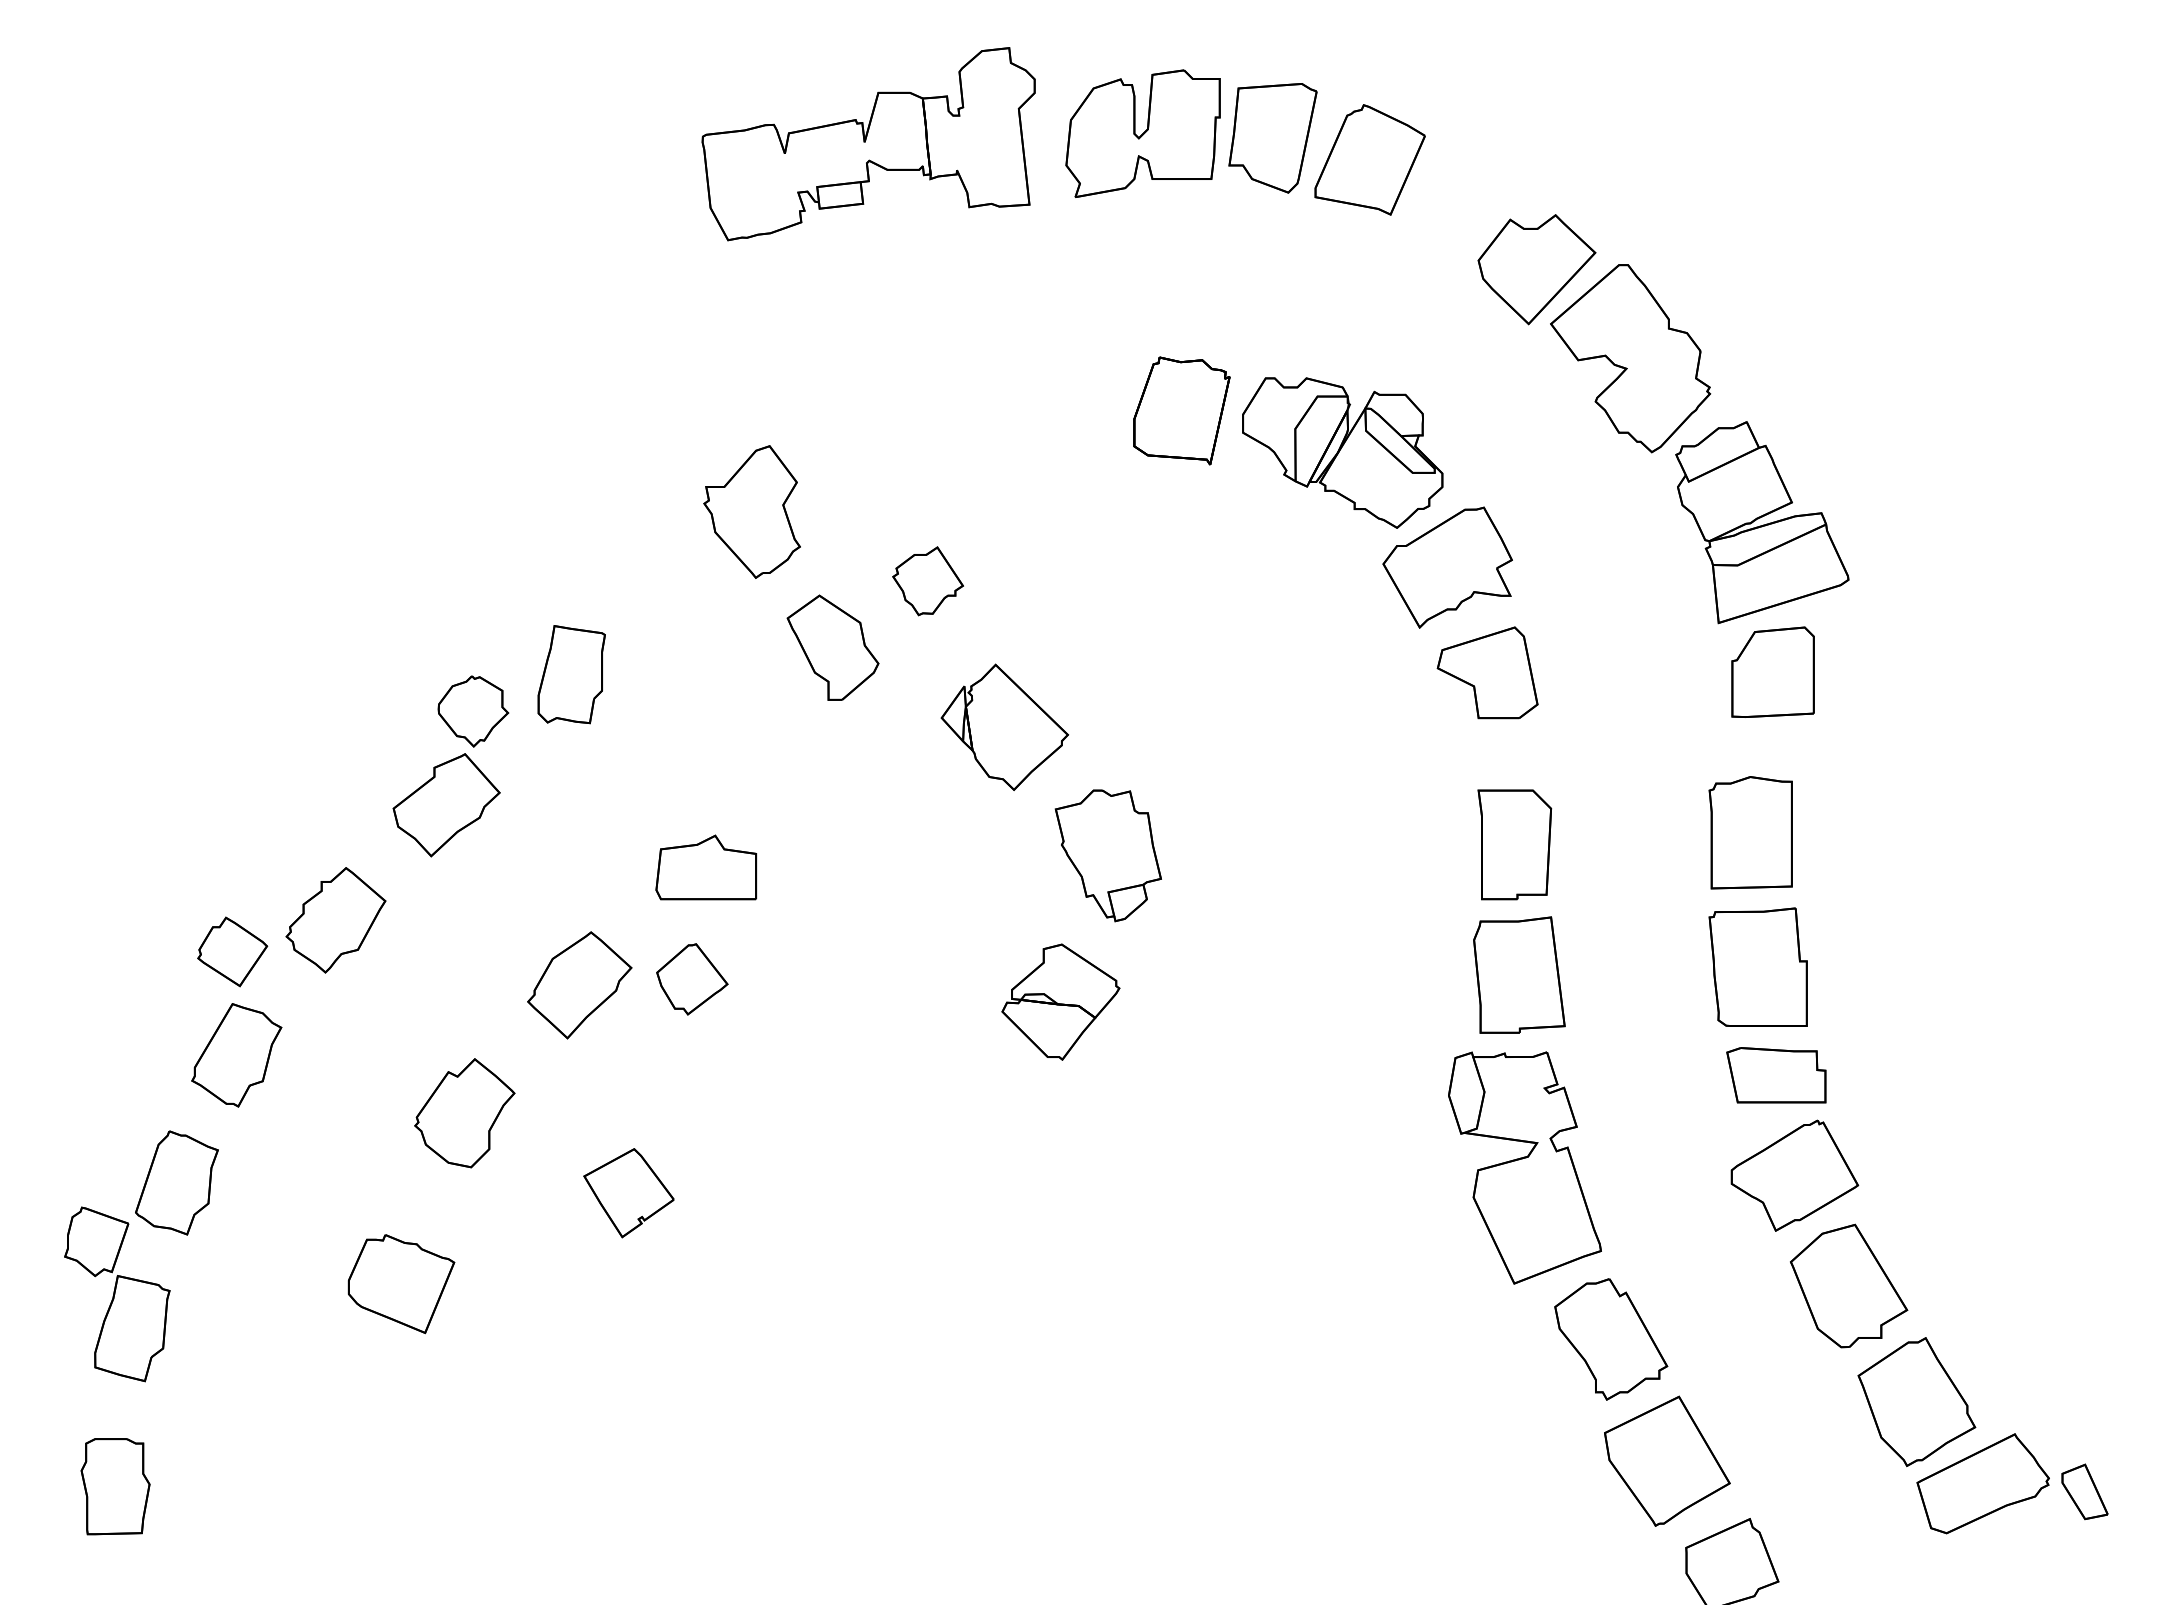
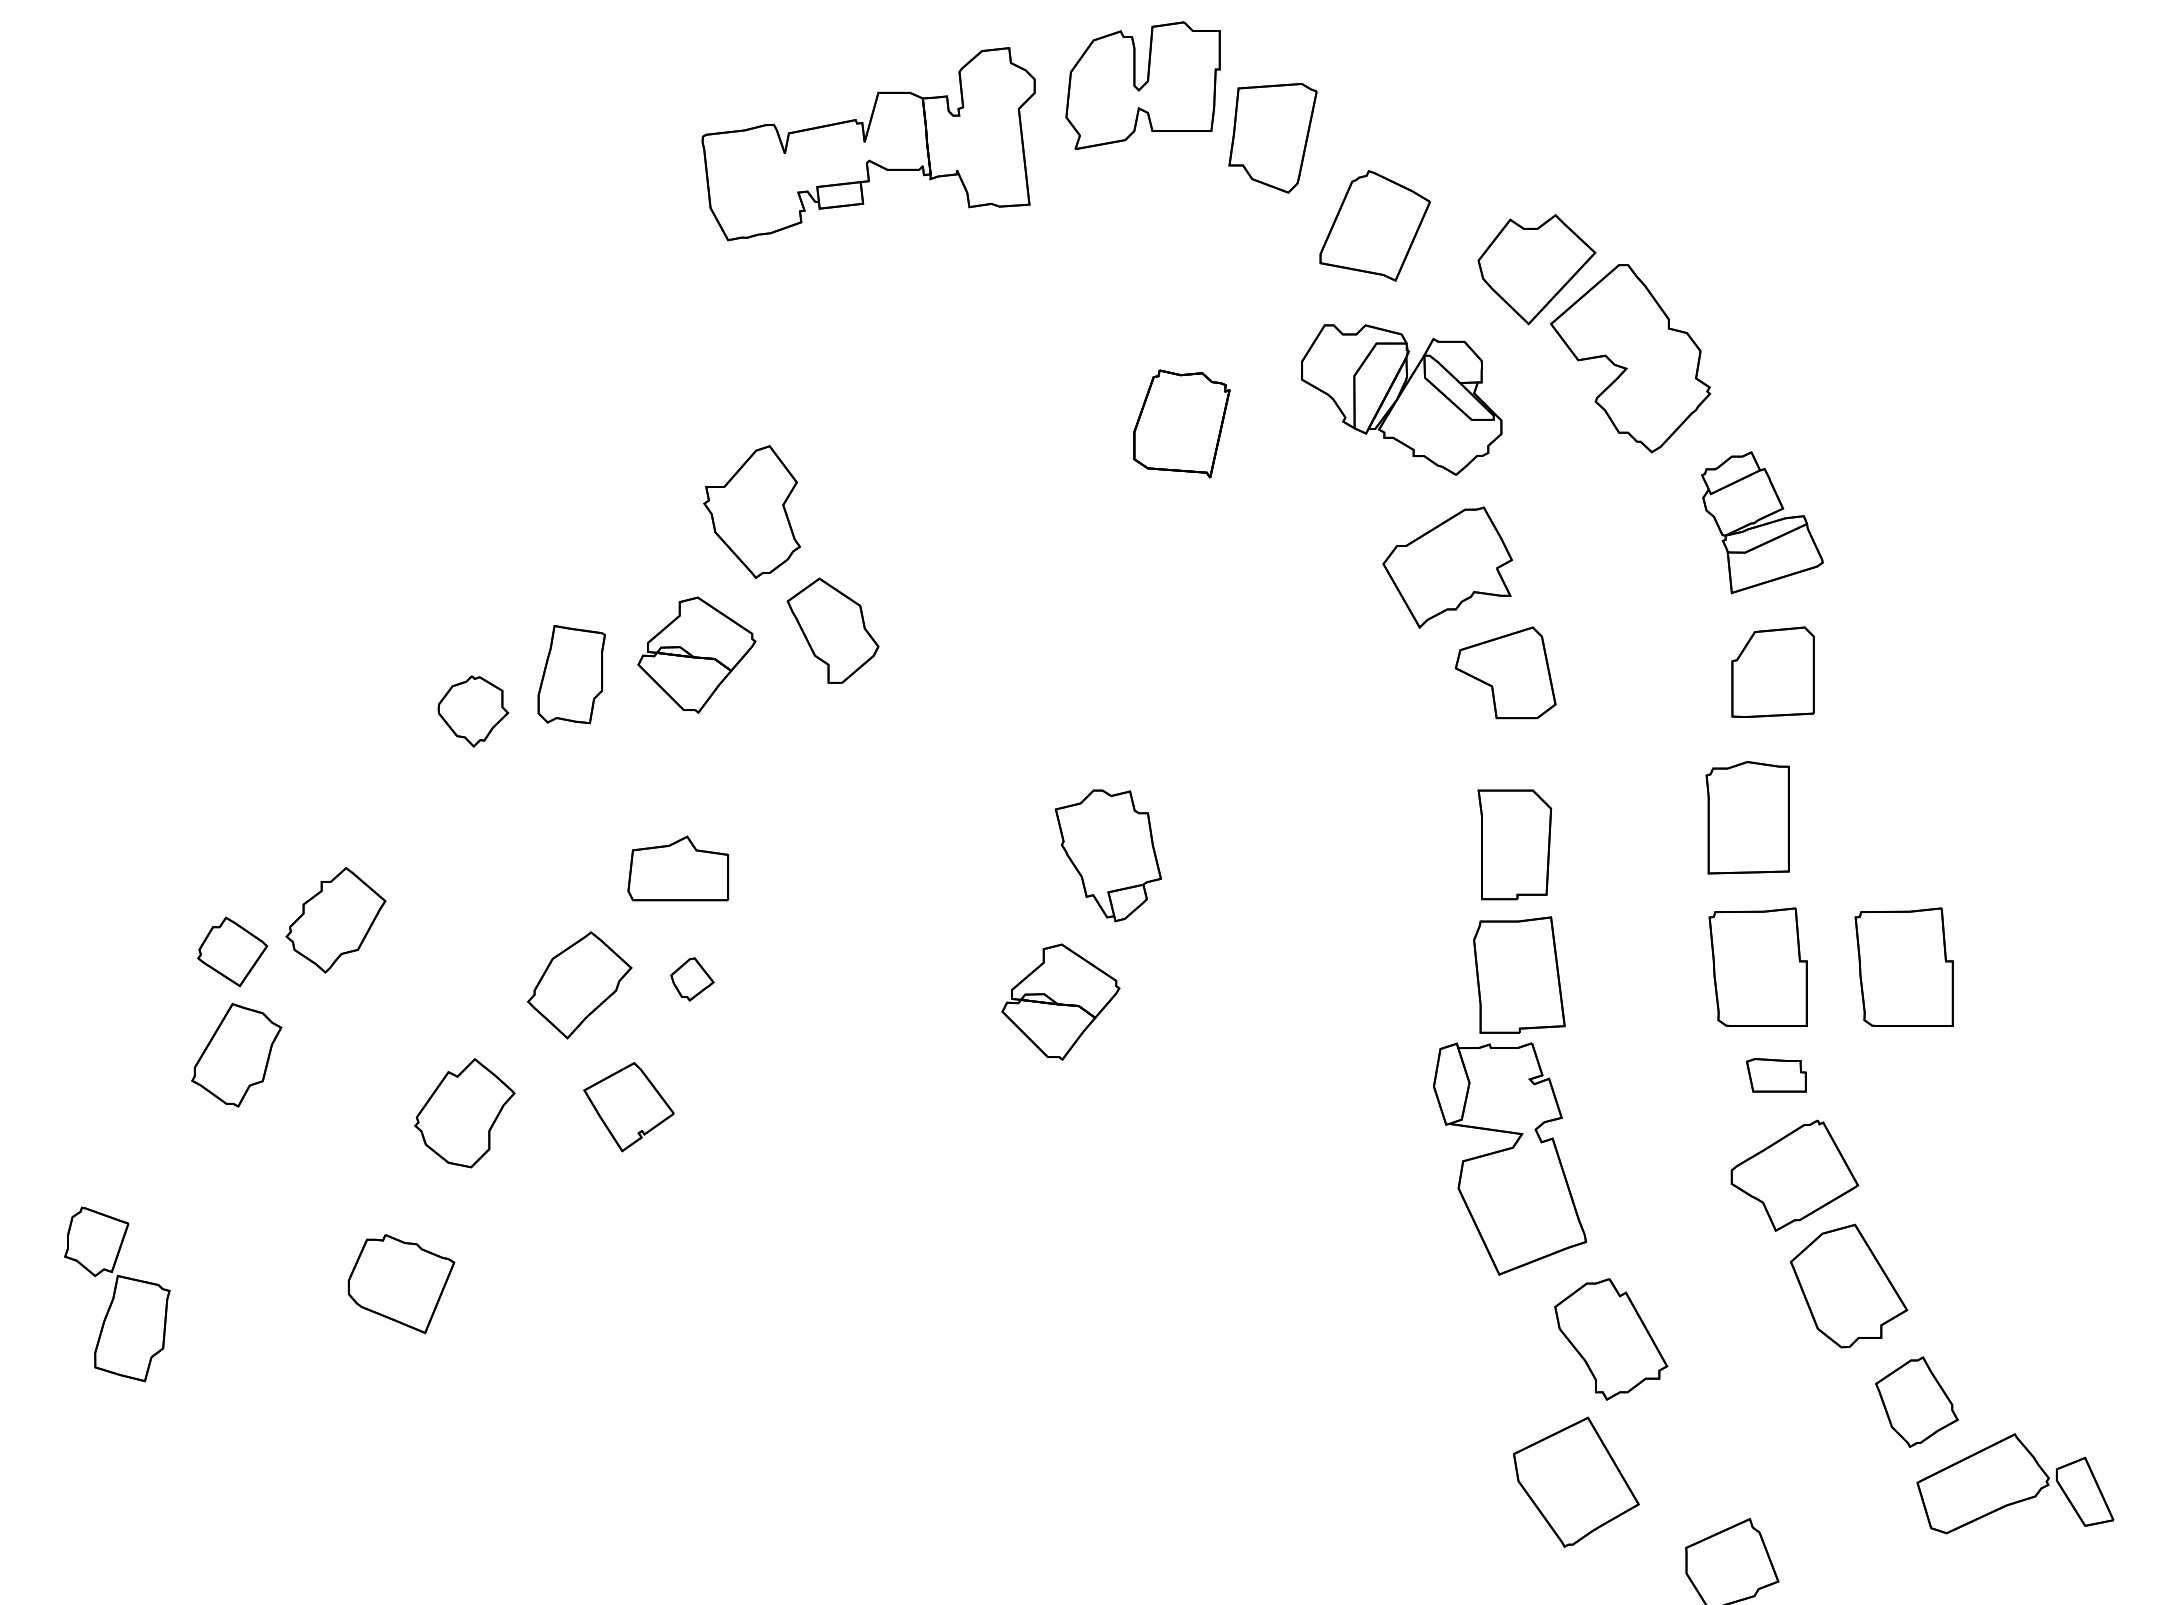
part at (1142, 133) position: (1142, 133) -> (1142, 85)
part at (1369, 159) position: (1369, 159) -> (1374, 225)
part at (1181, 410) position: (1181, 410) -> (1181, 423)
part at (1342, 452) position: (1342, 452) -> (1401, 399)
part at (1762, 522) size: 175x204 px -> 123x144 px
part at (927, 581): present -> none
part at (832, 647) position: (832, 647) -> (832, 630)
part at (696, 654): none -> present
part at (1487, 672) position: (1487, 672) -> (1505, 672)
part at (1004, 726): present -> none
part at (446, 805): present -> none
part at (1750, 832) position: (1750, 832) -> (1747, 817)
part at (705, 867) position: (705, 867) -> (677, 868)
part at (1903, 966): none -> present
part at (692, 979) size: 73x73 px -> 45x45 px
part at (1776, 1075) size: 101x57 px -> 61x35 px
part at (1524, 1167) position: (1524, 1167) -> (1509, 1158)
part at (176, 1182): present -> none
part at (628, 1193) position: (628, 1193) -> (628, 1107)
part at (1916, 1402) size: 120x131 px -> 84x92 px
part at (1667, 1460) position: (1667, 1460) -> (1576, 1481)
part at (115, 1486): present -> none
part at (2084, 1491) size: 48x58 px -> 59x71 px
